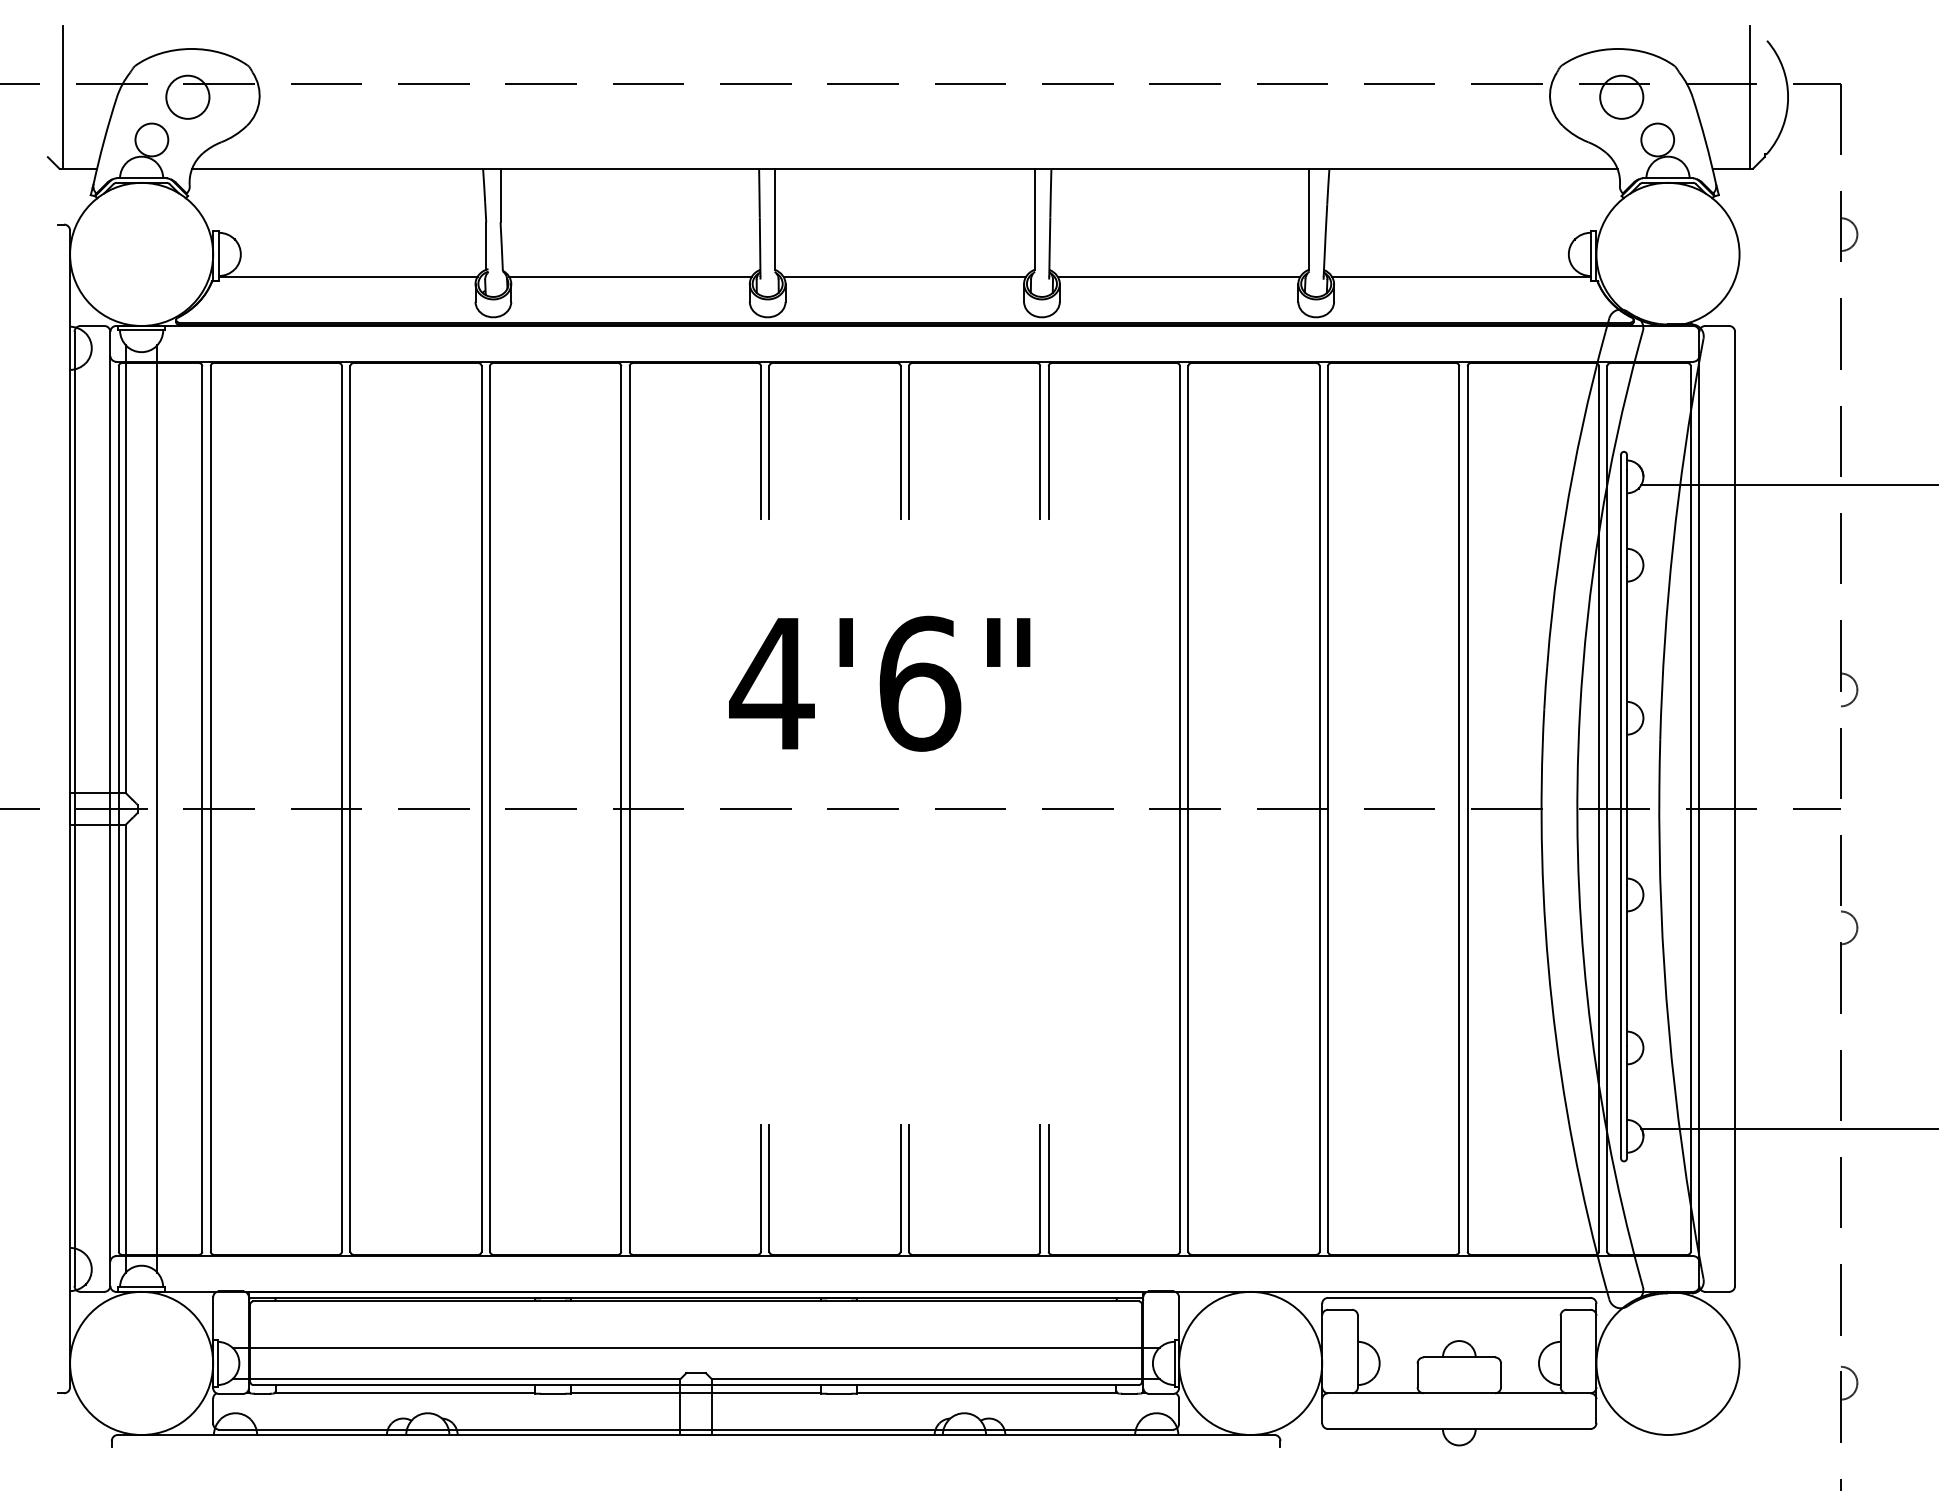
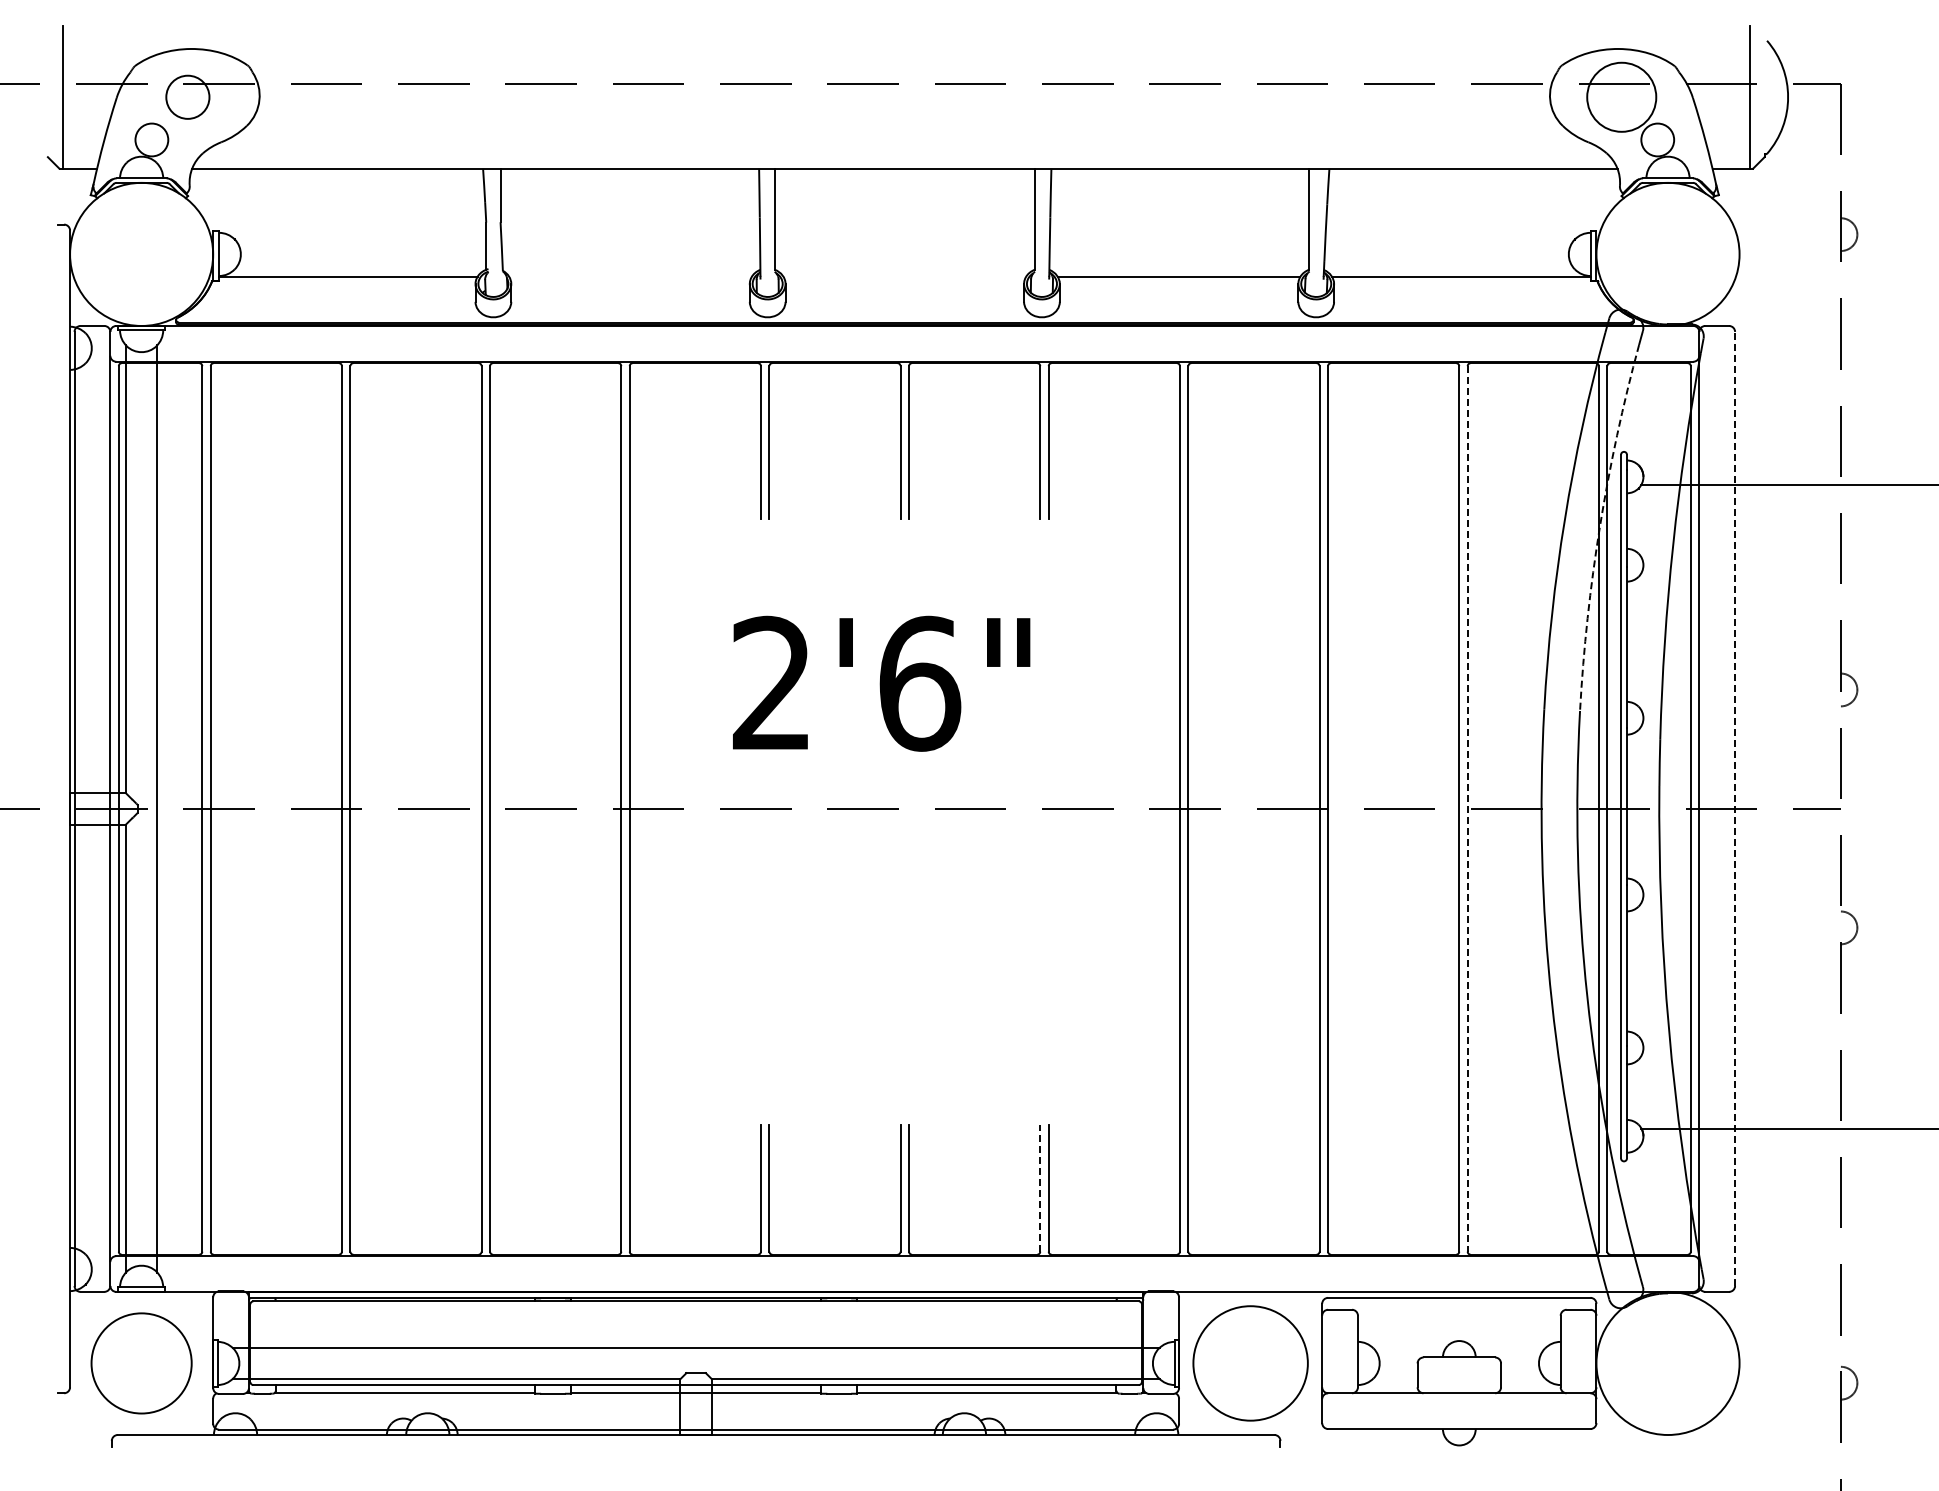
circle at (1621, 96) diameter: 43 px -> 69 px
line at (630, 276): present -> none
line at (904, 276): present -> none
arc at (1599, 526): solid -> dashed
text at (771, 682): 4'6" -> 2'6"
line at (1467, 808): solid -> dashed
line at (1735, 808): solid -> dashed
line at (1040, 1188): solid -> dashed
circle at (141, 1362) diameter: 143 px -> 100 px
circle at (1250, 1362) diameter: 143 px -> 114 px
